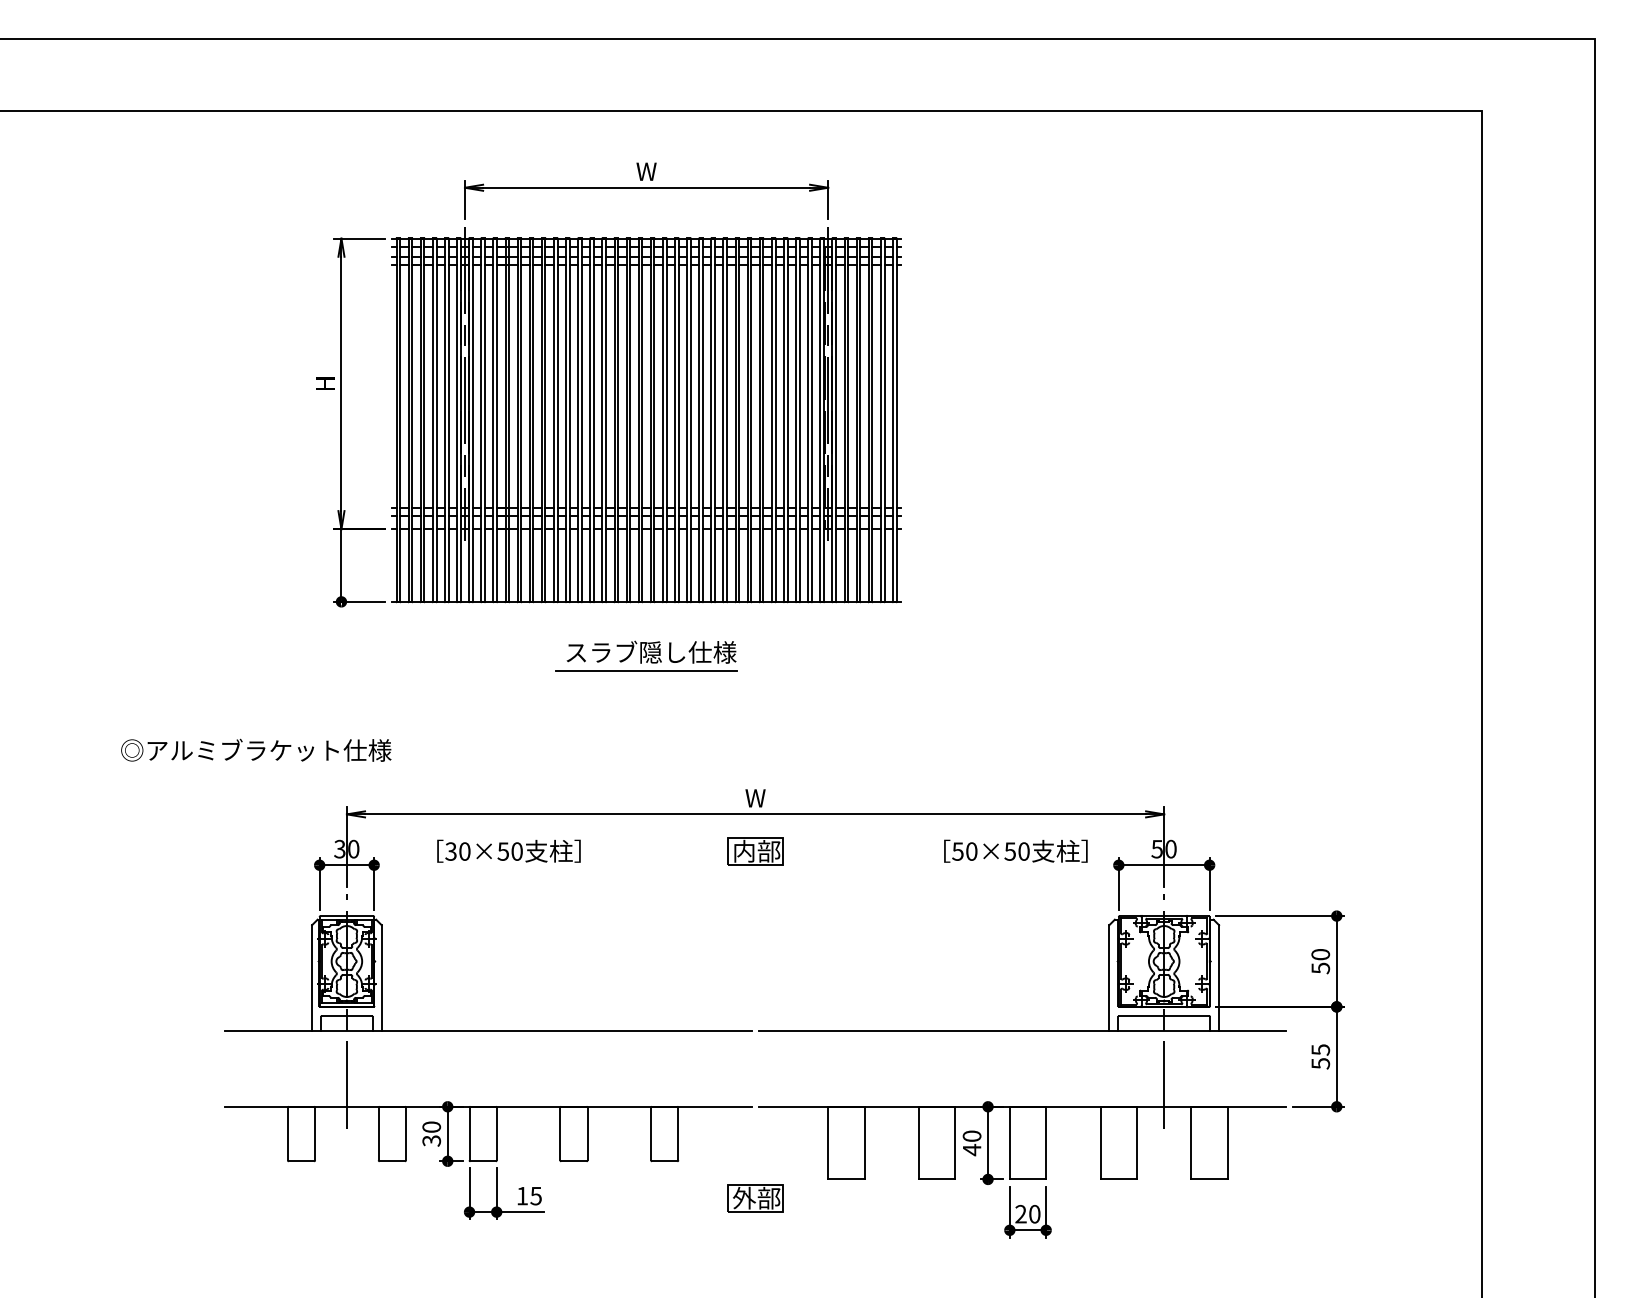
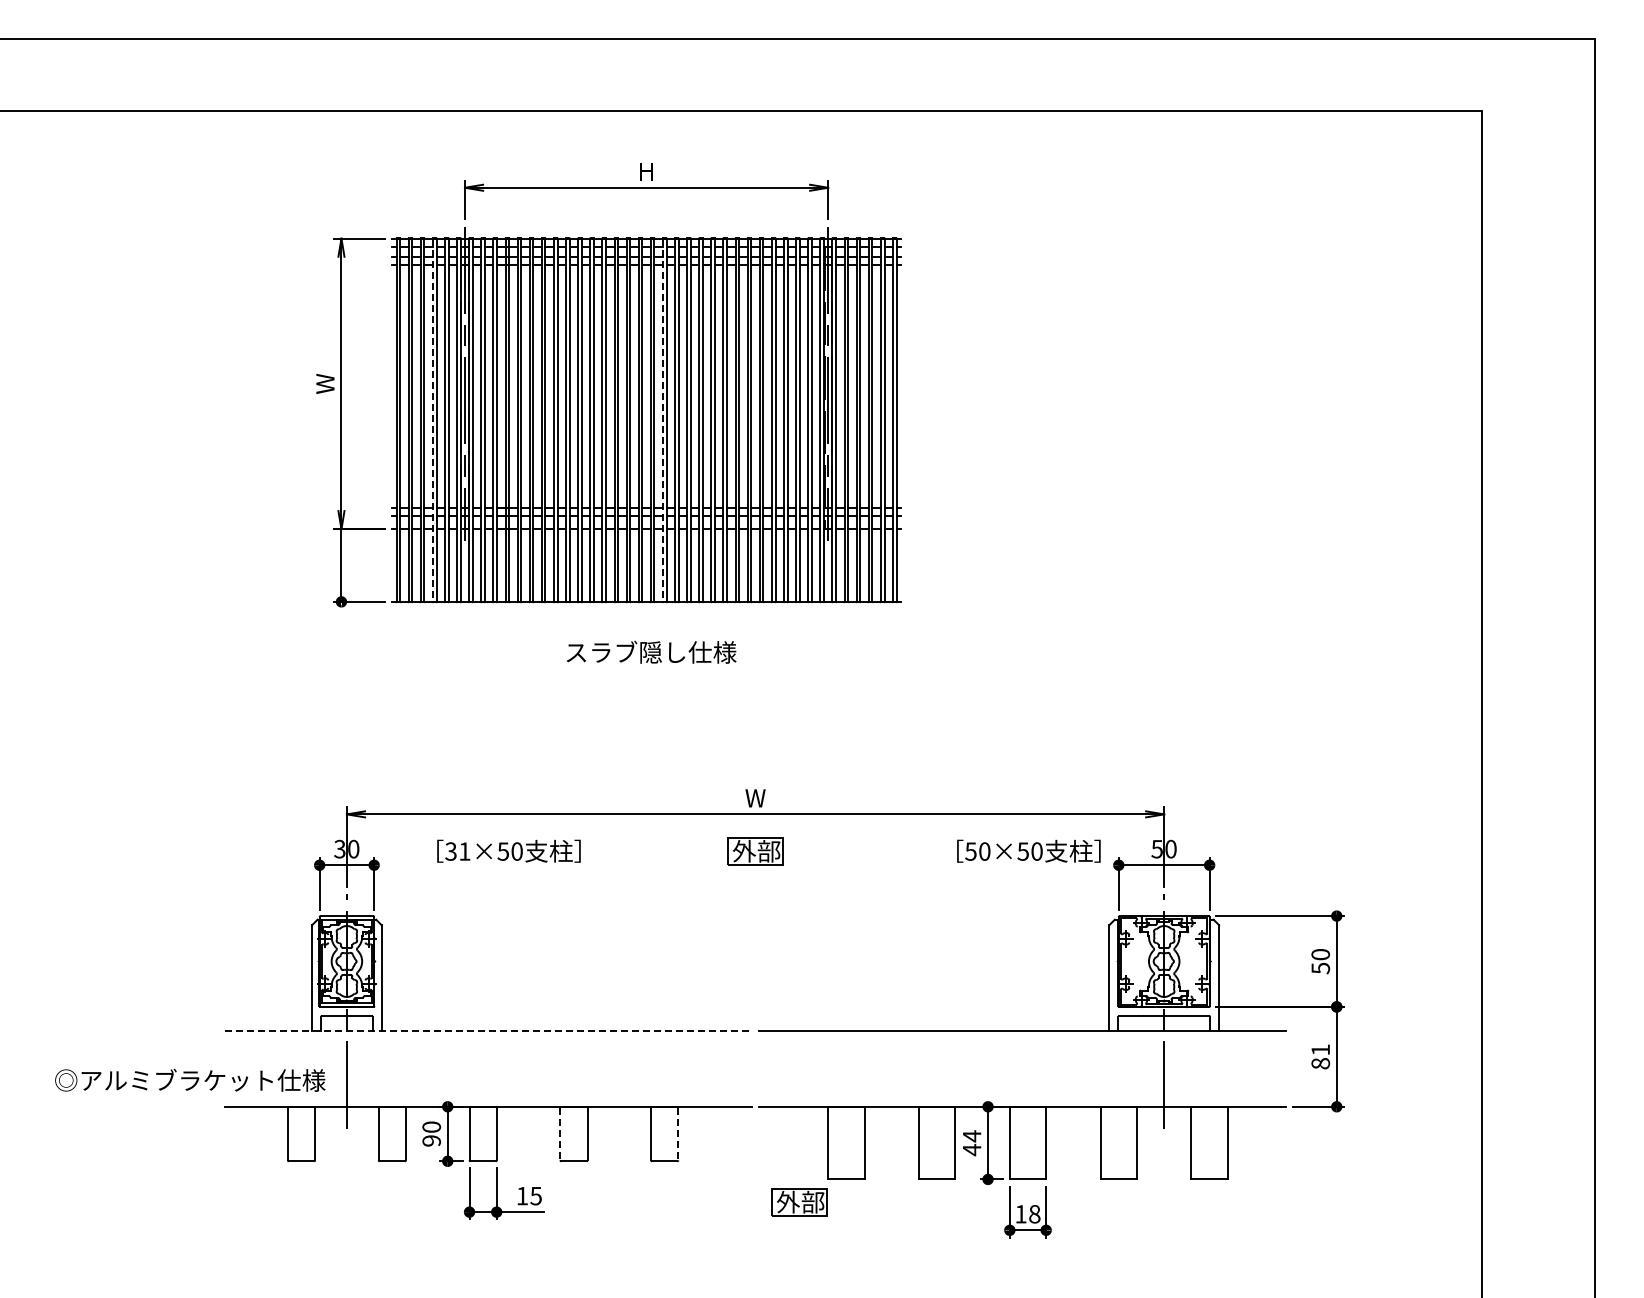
text at (646, 171): W -> H
text at (325, 383): H -> W
line at (432, 420): solid -> dashed
line at (662, 420): solid -> dashed
line at (646, 670): present -> none
text at (256, 749) position: (256, 749) -> (190, 1079)
text at (744, 850): 内部 -> 外部
text at (1015, 850) position: (1015, 850) -> (1028, 850)
text at (464, 851): 30×50 -> 31×50
line at (489, 1030): solid -> dashed
text at (1320, 1056): 55 -> 81
line at (560, 1134): solid -> dashed
line at (678, 1134): solid -> dashed
text at (971, 1136): 40 -> 44
text at (431, 1140): 30 -> 90
part at (755, 1198) position: (755, 1198) -> (799, 1202)
text at (1027, 1213): 20 -> 18
